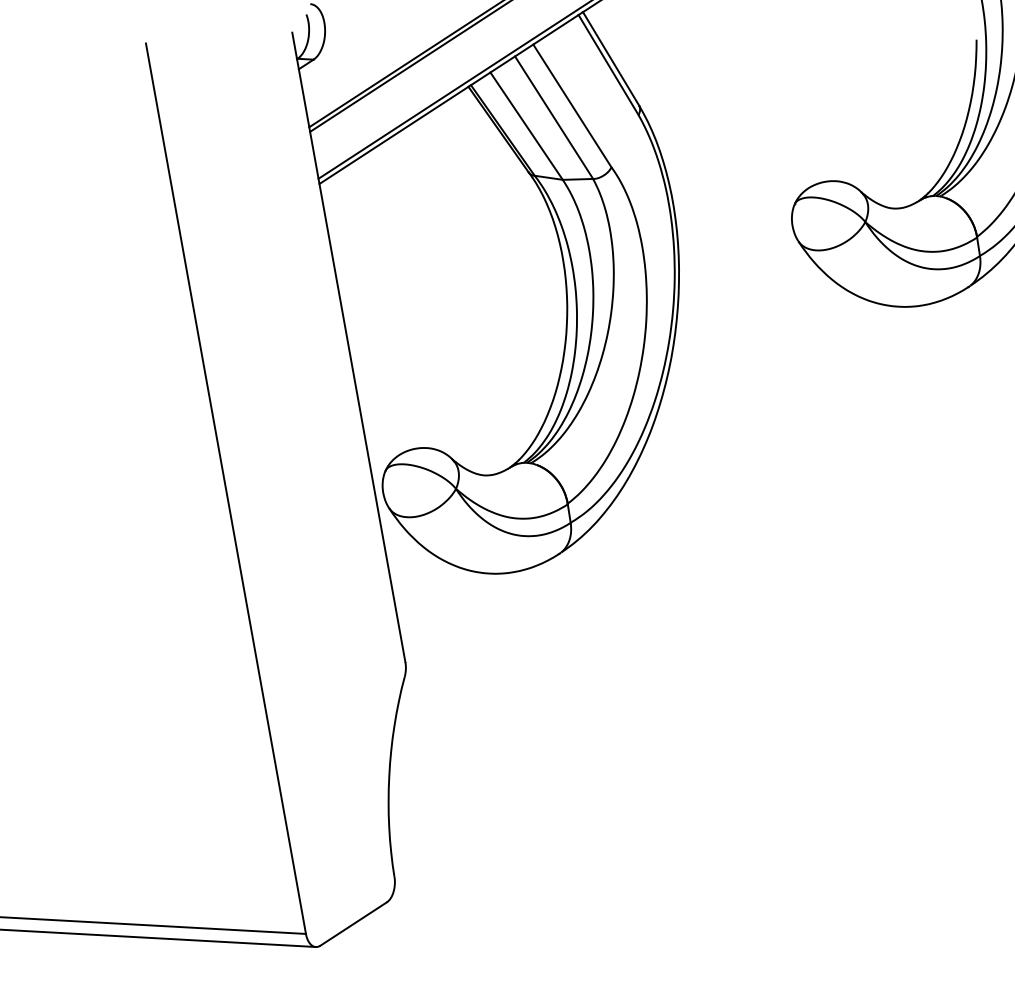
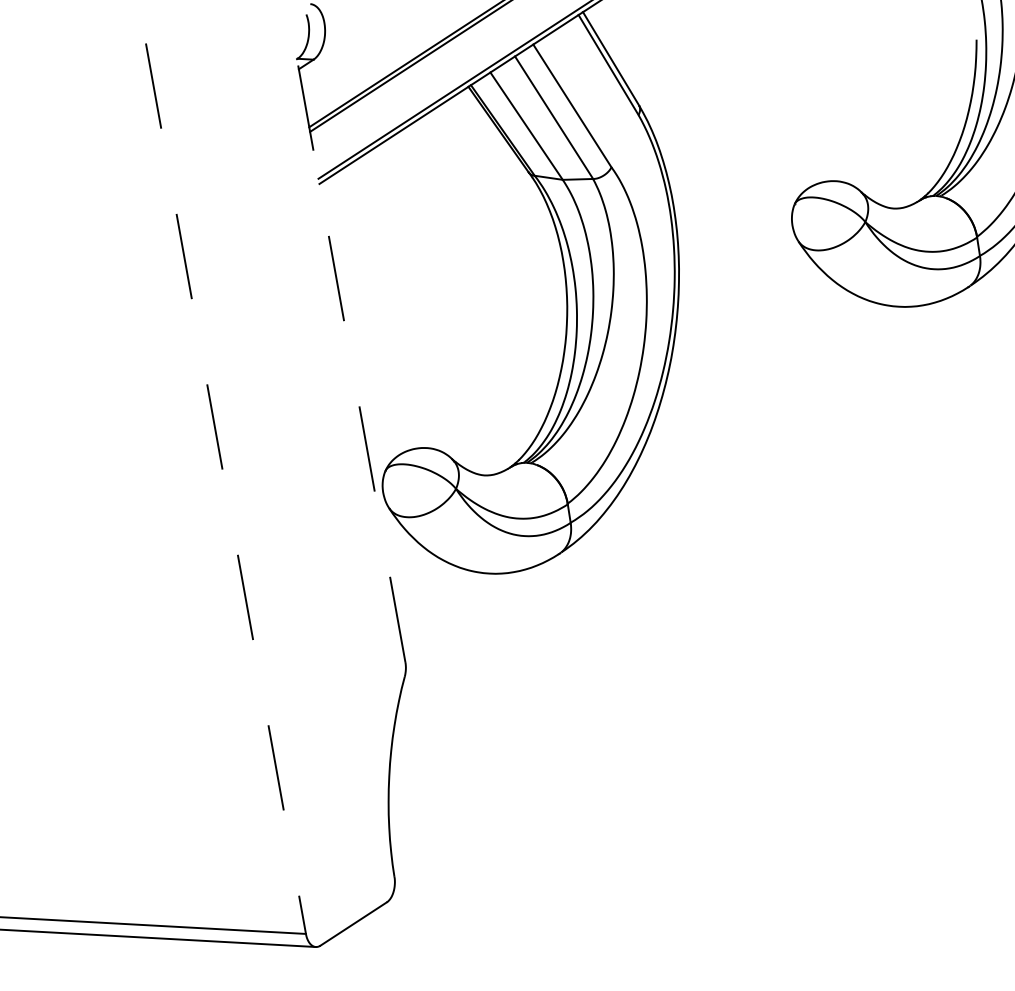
line at (348, 347): solid -> dashed
line at (226, 489): solid -> dashed
